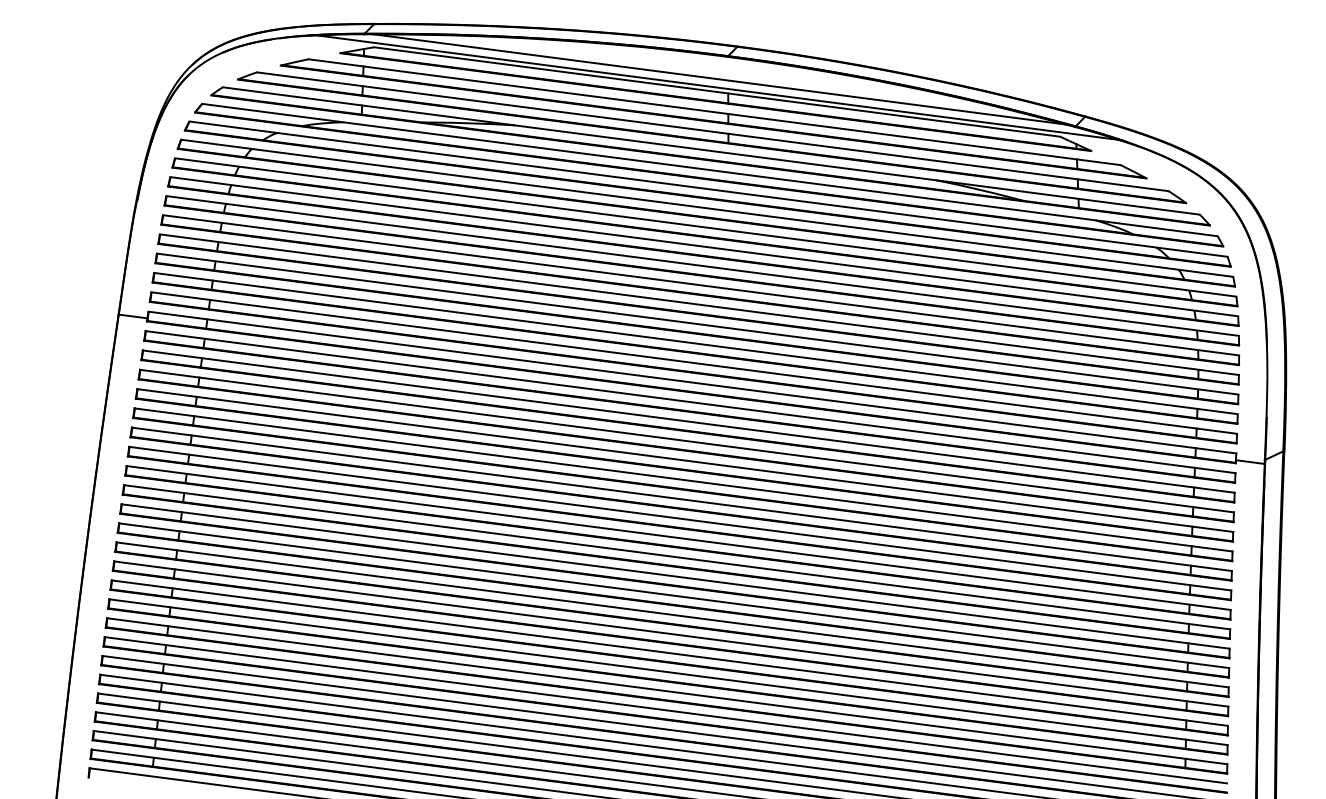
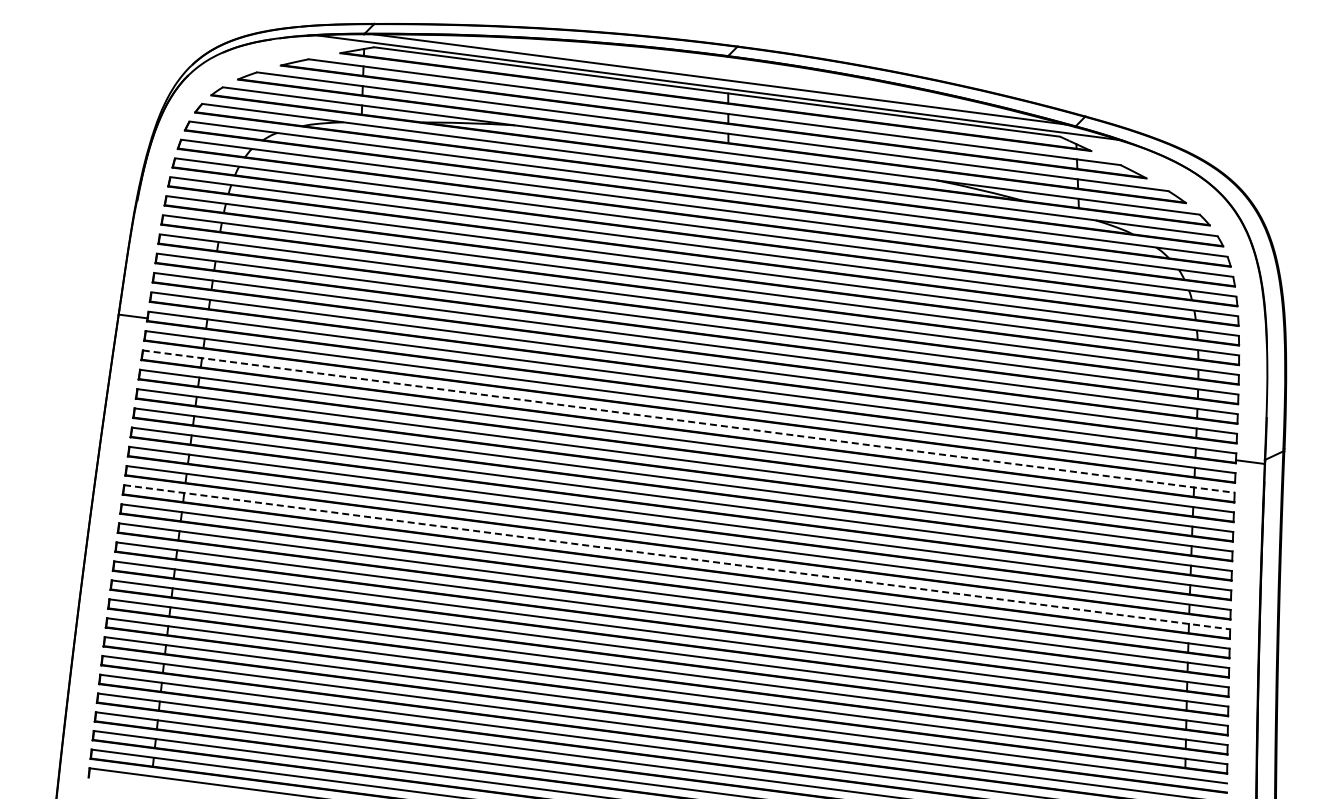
line at (688, 421): solid -> dashed
line at (677, 557): solid -> dashed
